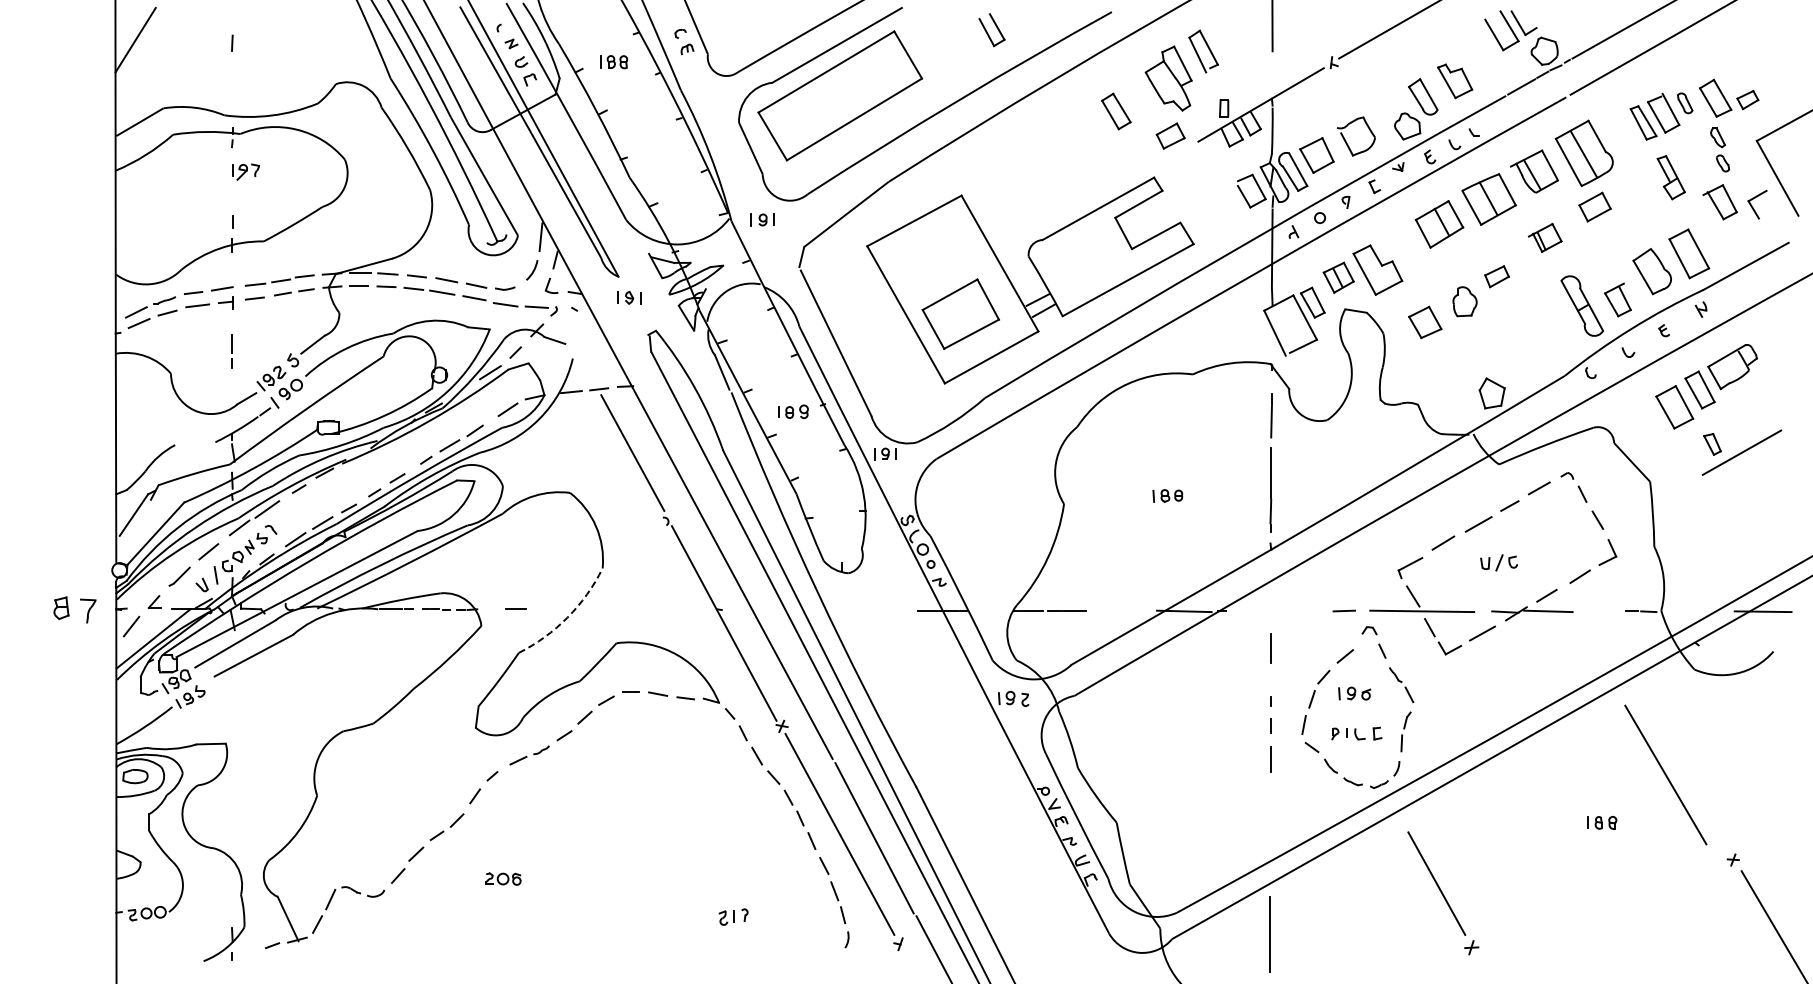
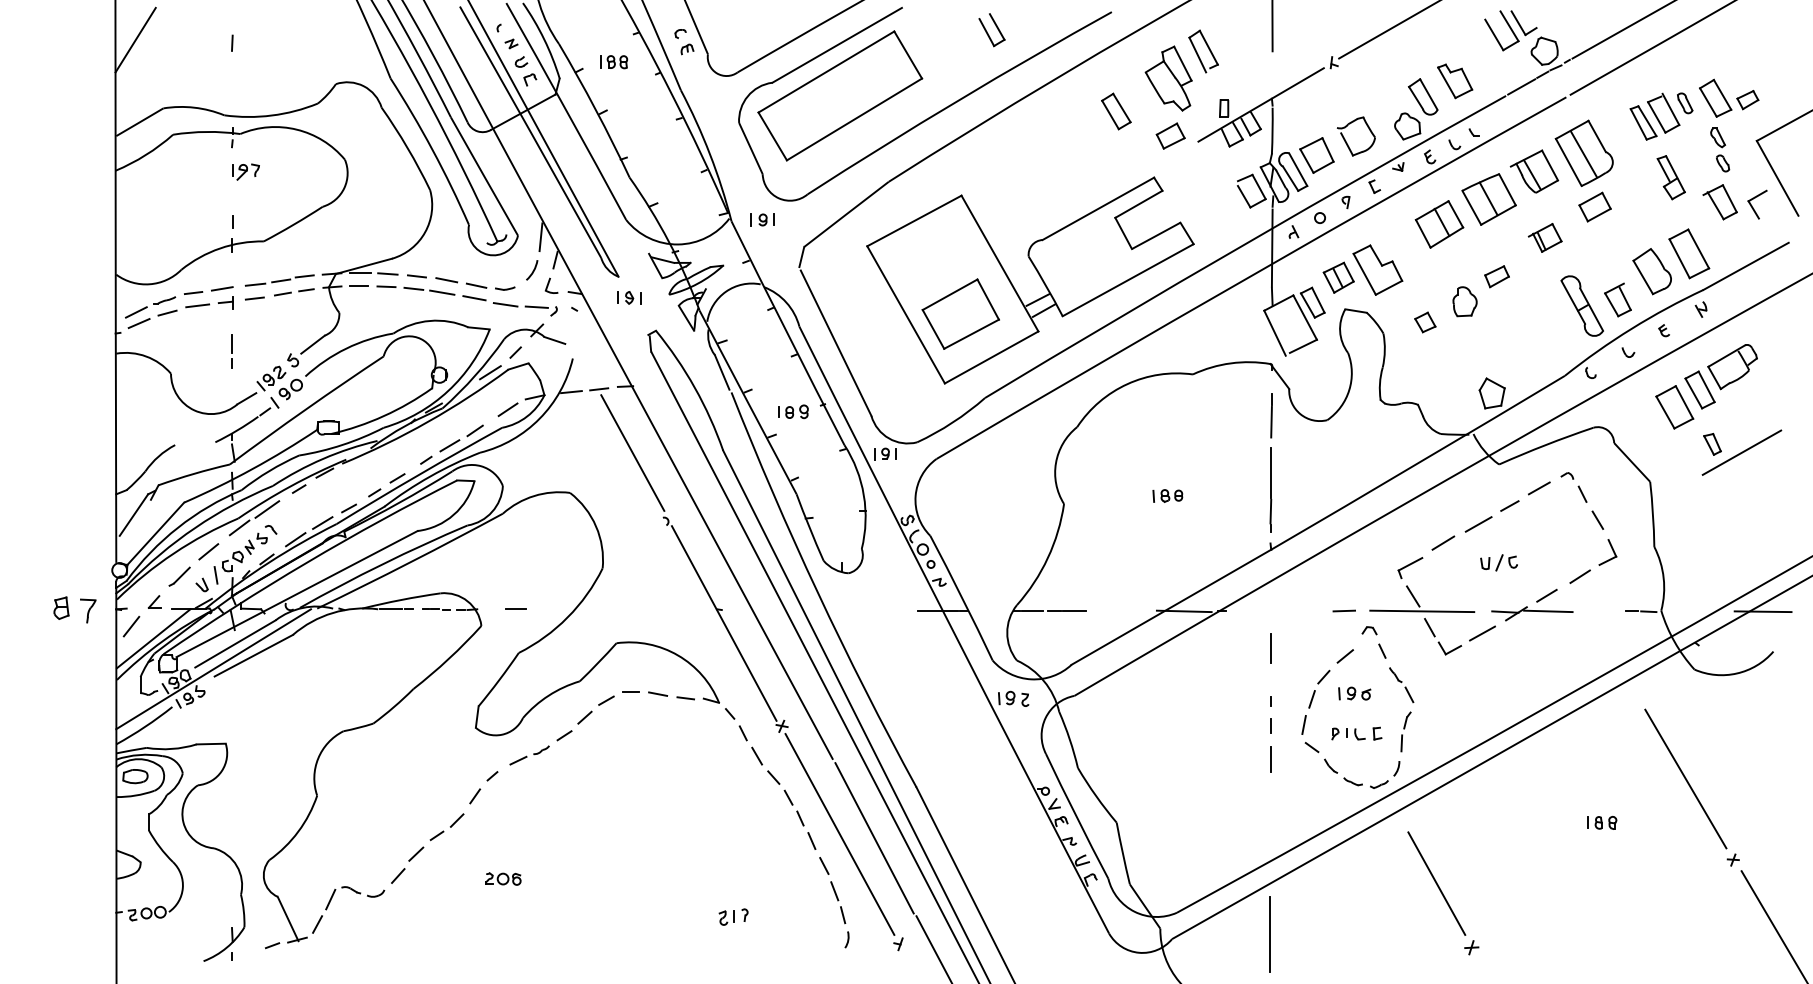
part at (1425, 322) size: 35x35 px -> 23x23 px
arc at (567, 617): dashed -> solid
line at (213, 669): none -> present
line at (1665, 774) position: (1665, 774) -> (1685, 778)
